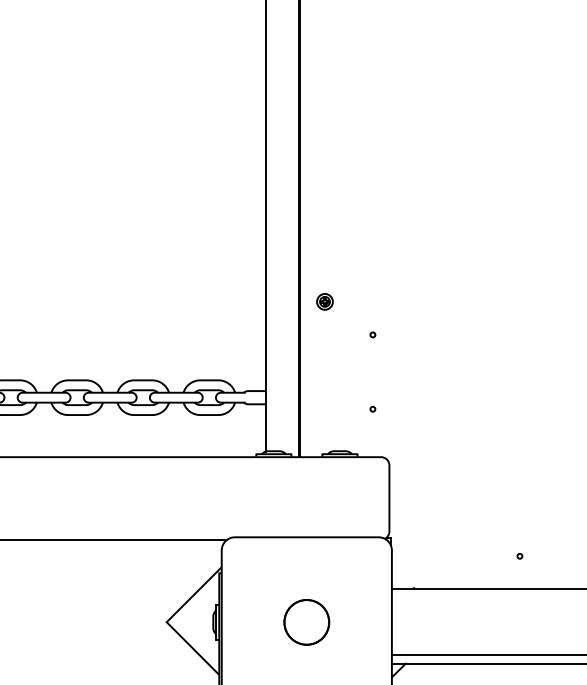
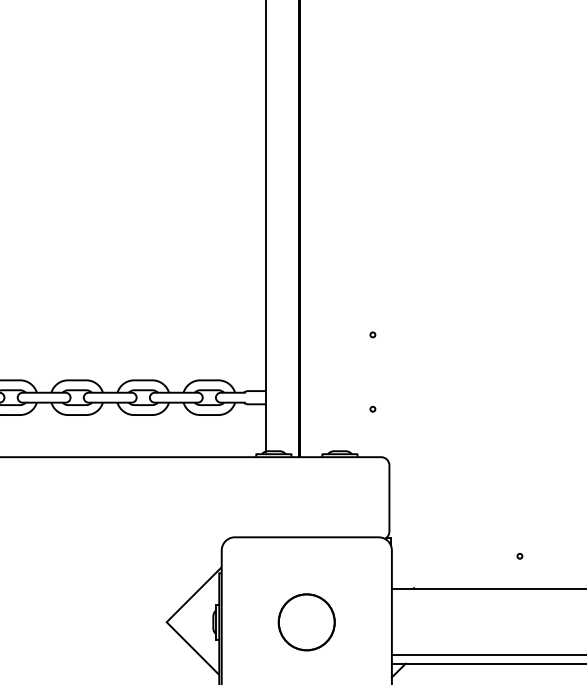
part at (324, 301): present -> none
line at (114, 539): present -> none
part at (306, 622) size: 48x47 px -> 59x59 px
